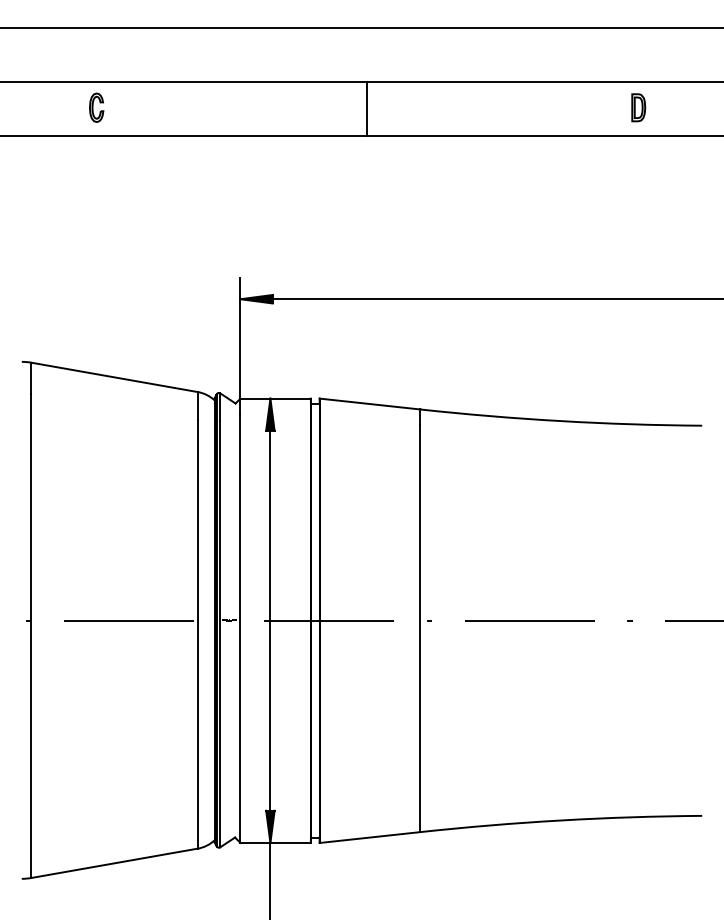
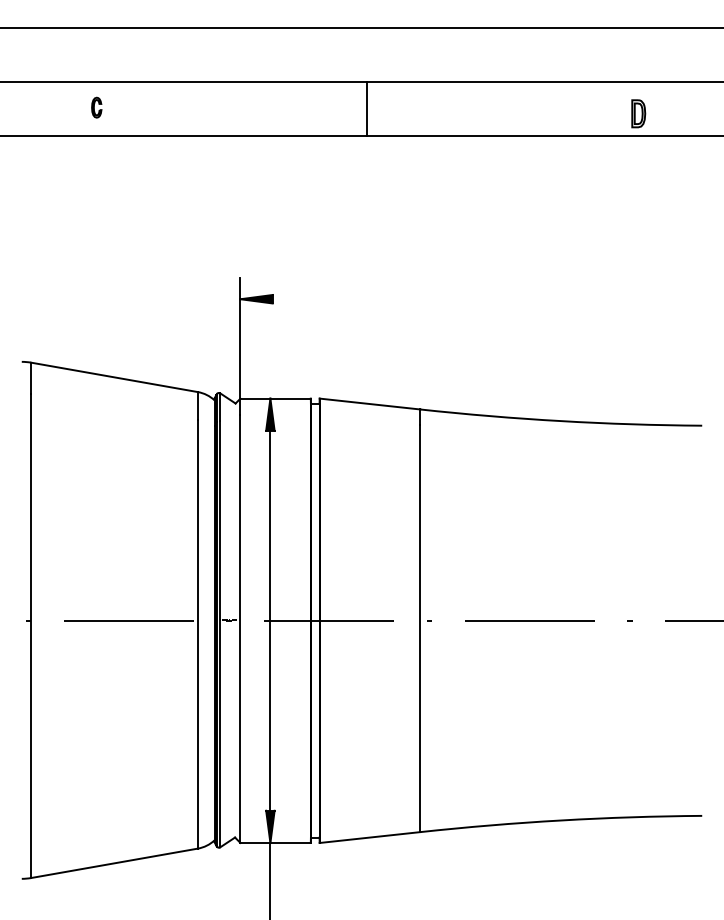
part at (96, 107) size: 16x31 px -> 12x23 px
part at (638, 107) position: (638, 107) -> (638, 113)
line at (496, 299): present -> none
